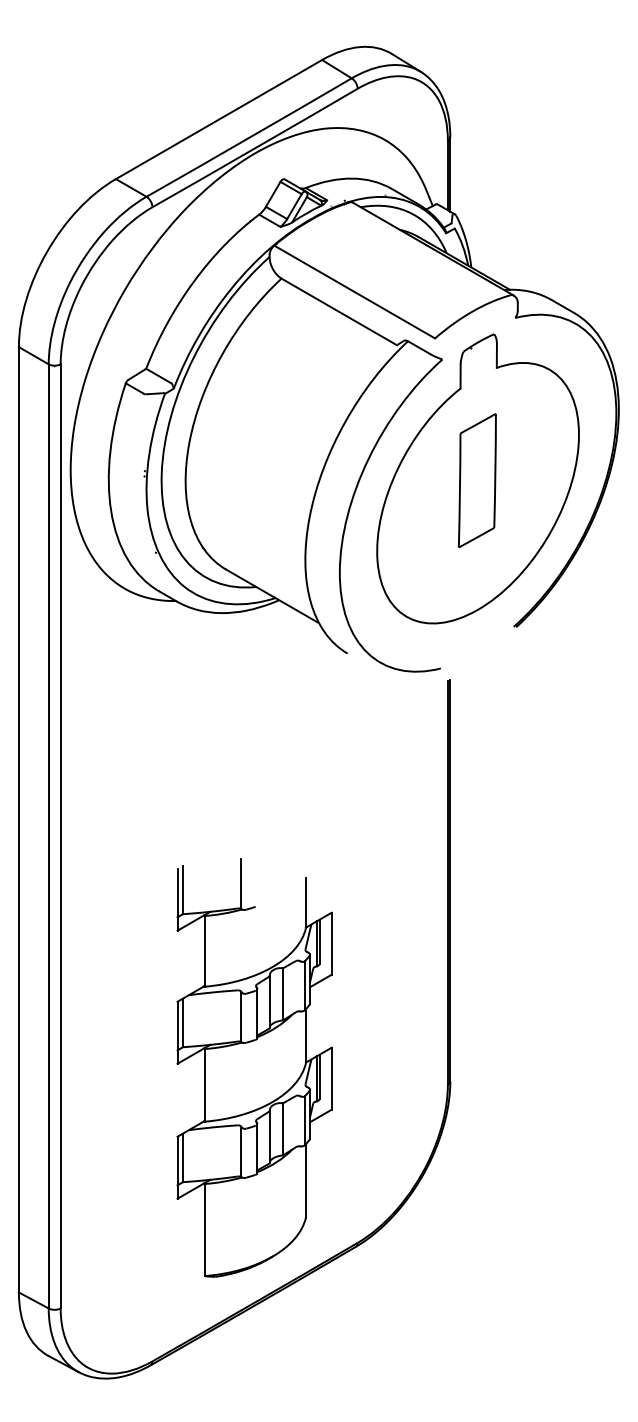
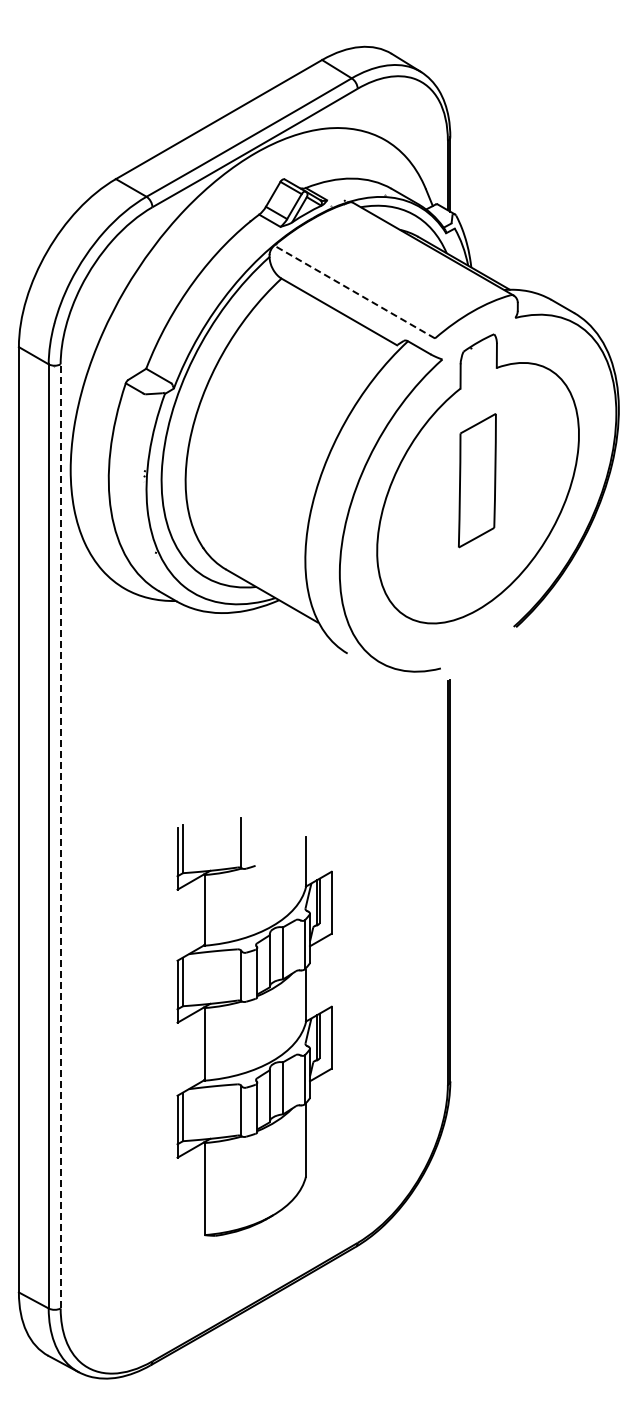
line at (354, 292): solid -> dashed
line at (60, 835): solid -> dashed
part at (254, 1067) position: (254, 1067) -> (254, 1026)
